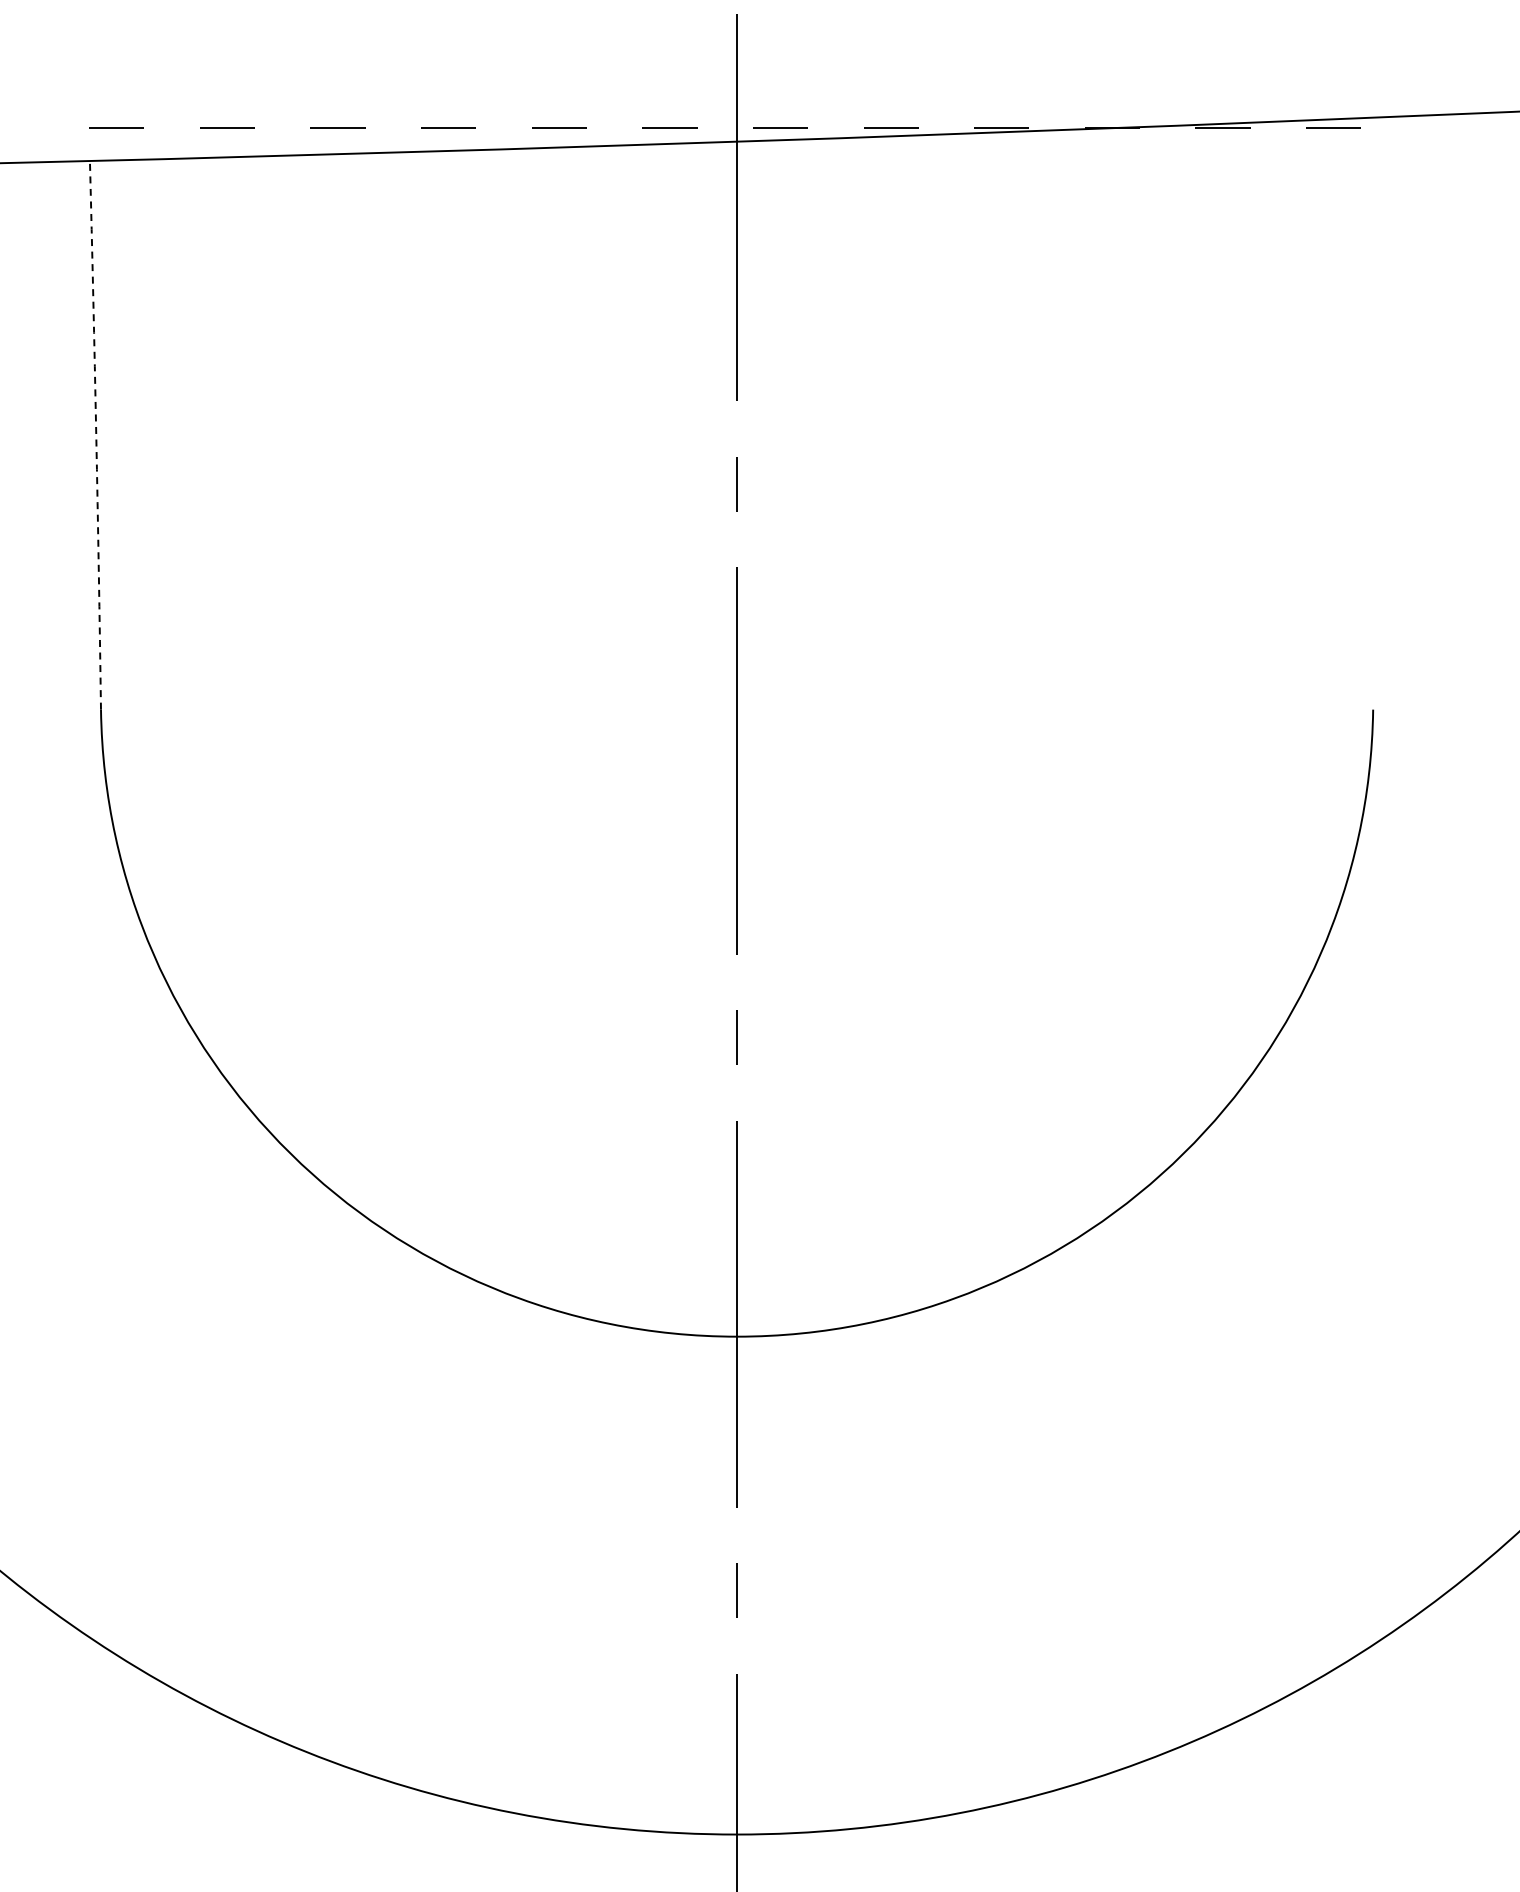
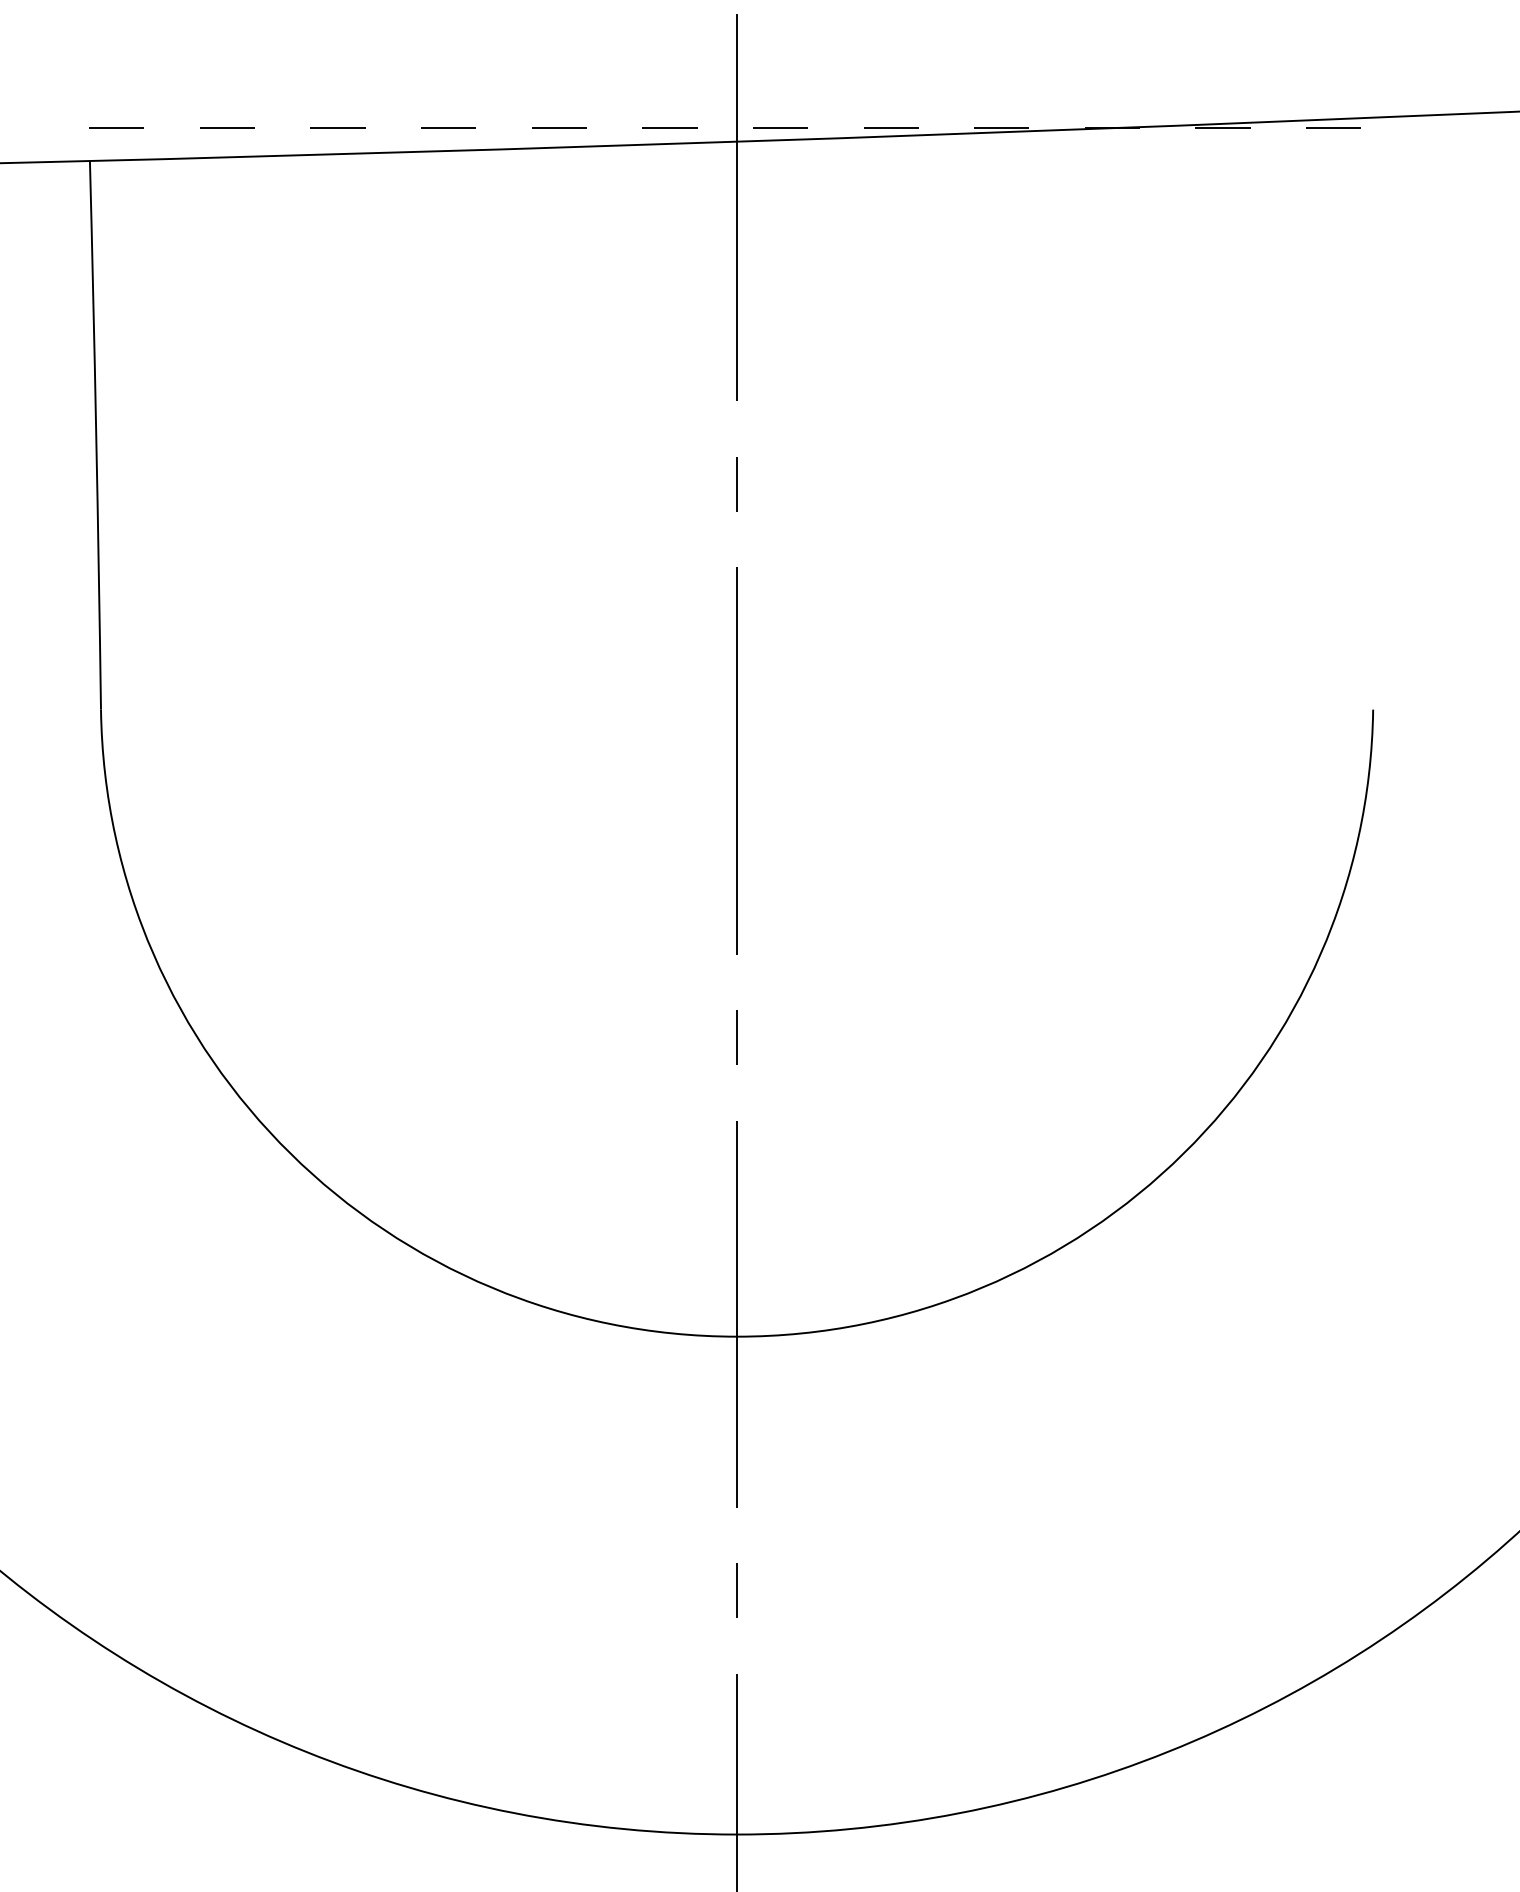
arc at (96, 435): dashed -> solid
